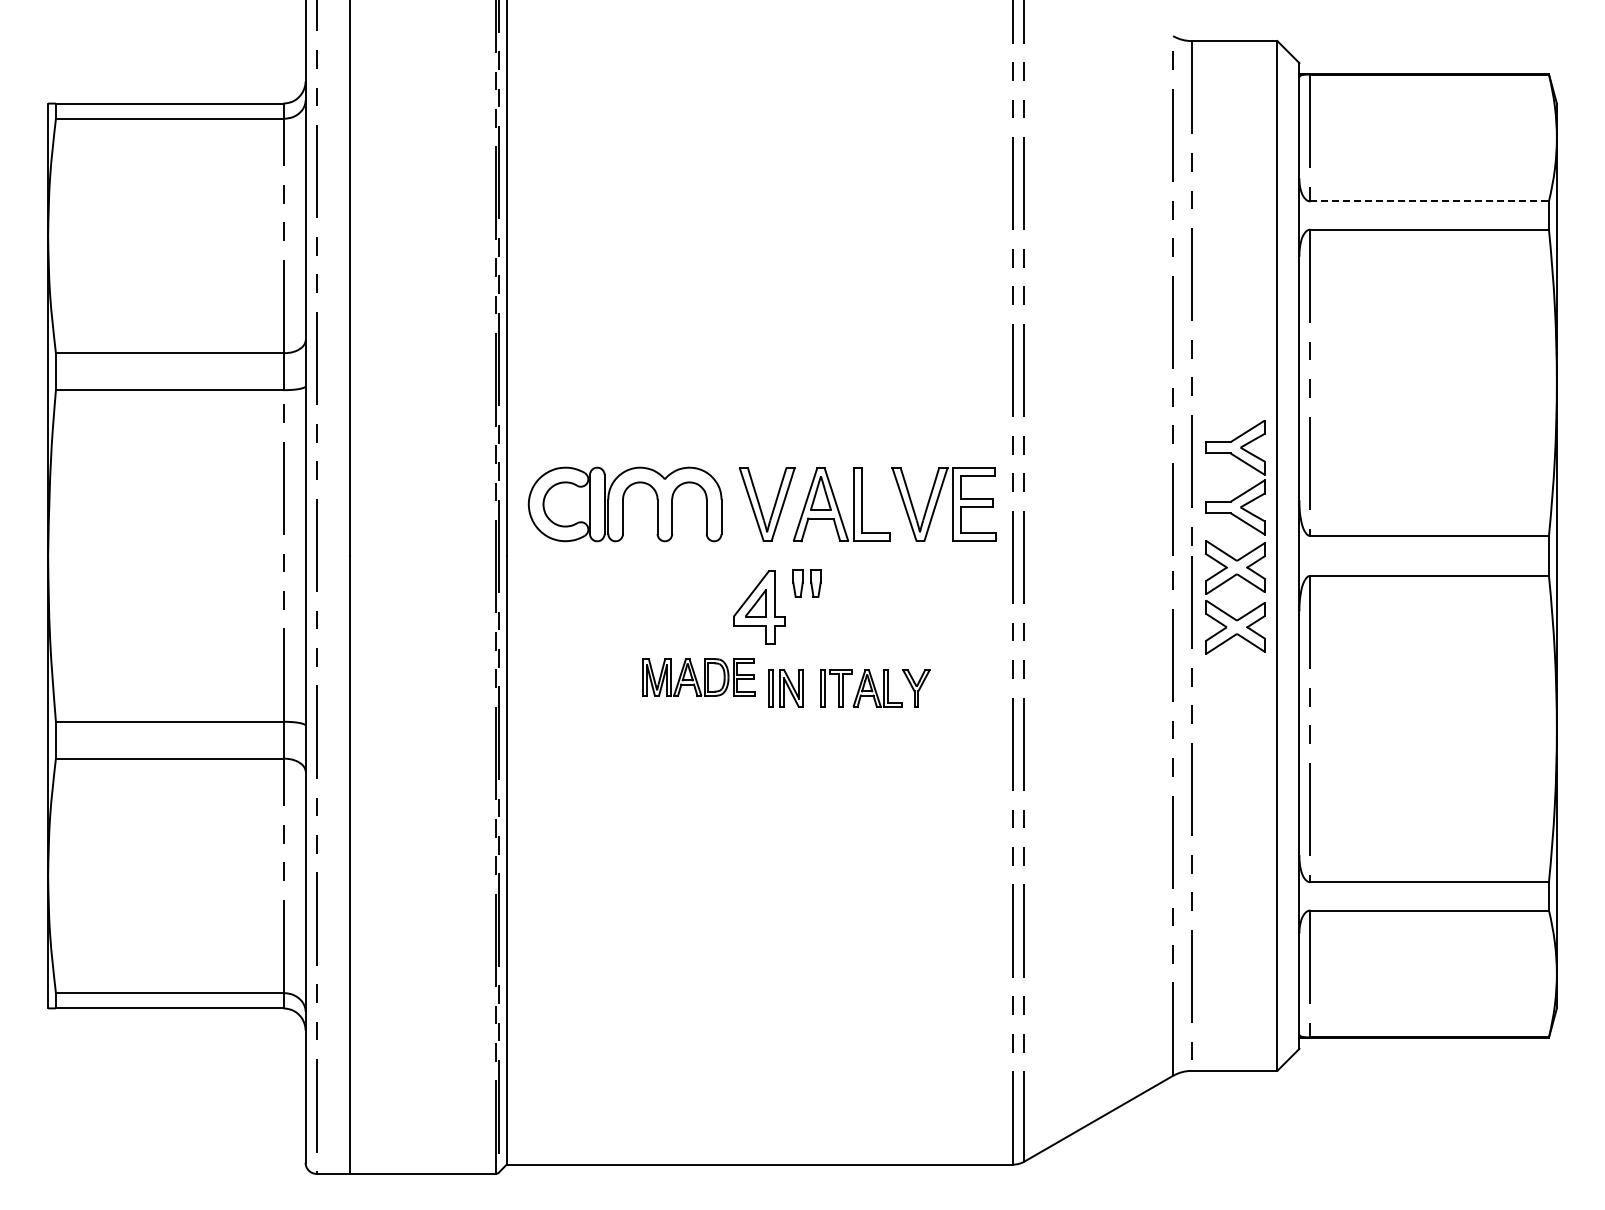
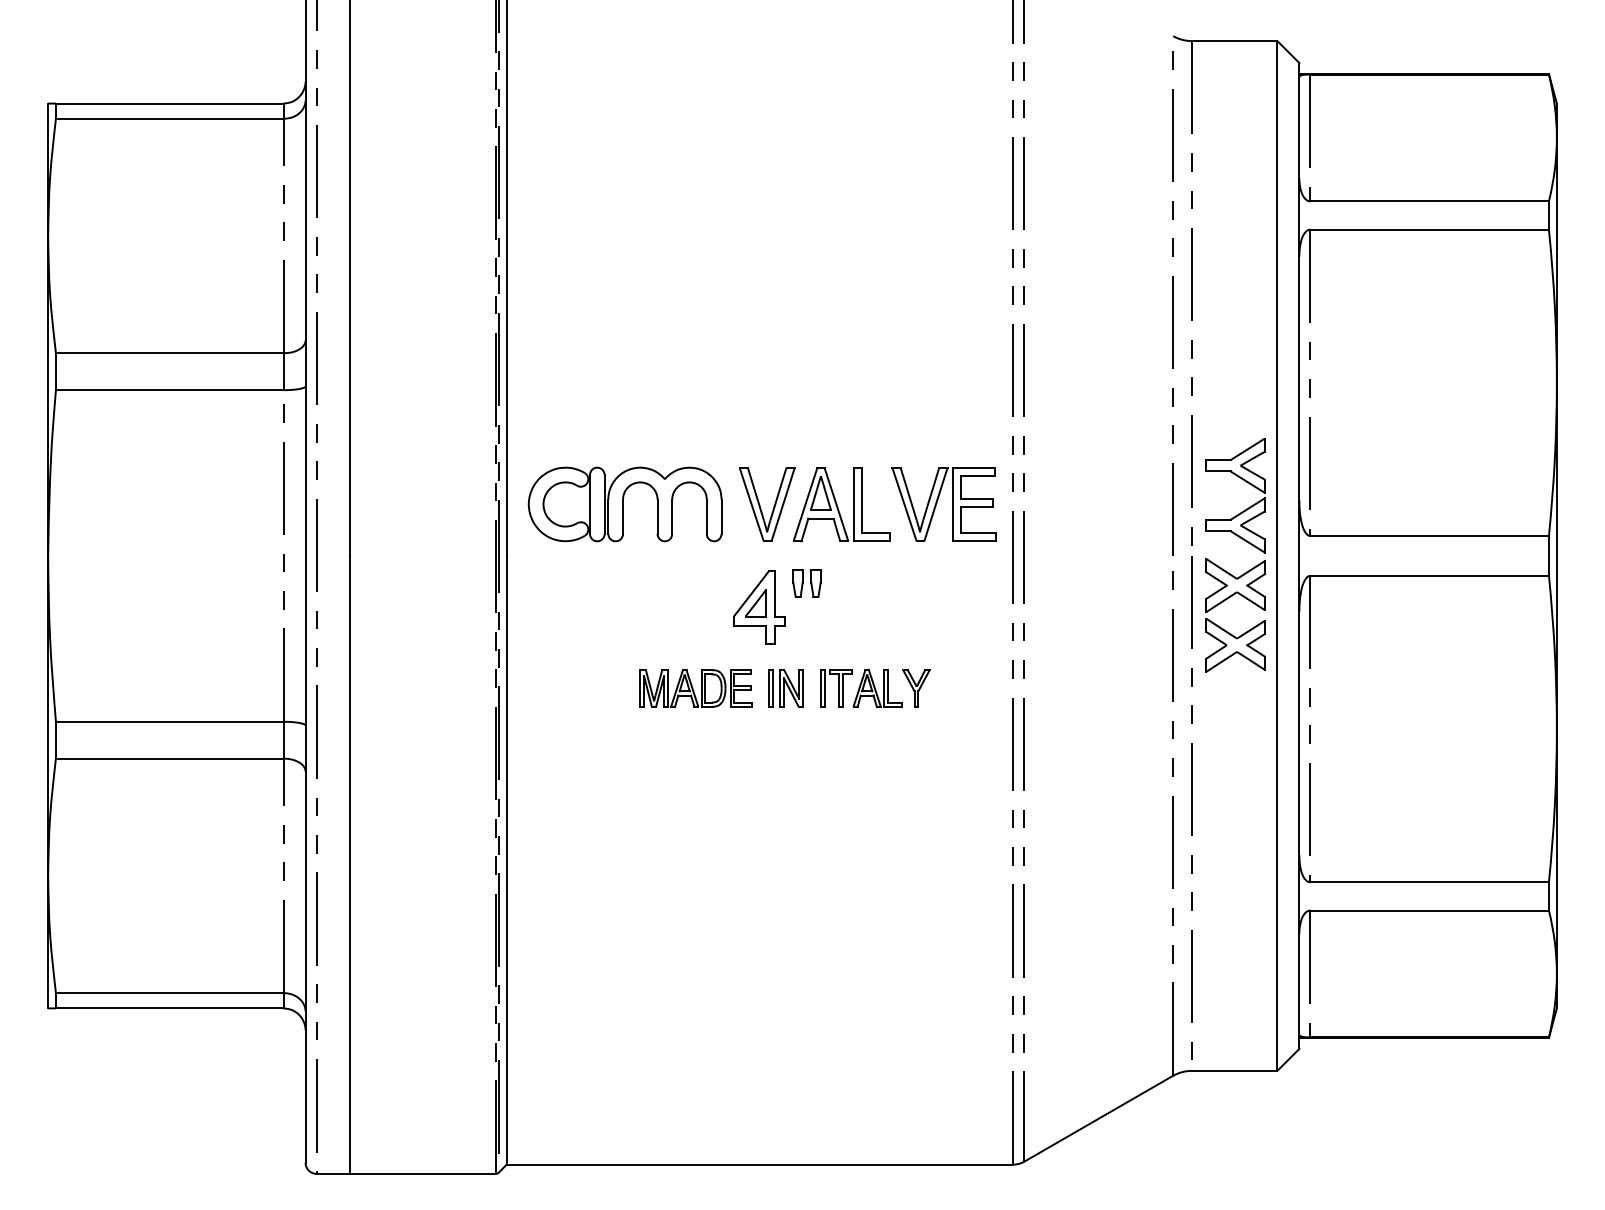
line at (1430, 201): dashed -> solid
part at (1243, 522) position: (1243, 522) -> (1243, 540)
part at (698, 677) position: (698, 677) -> (695, 688)
